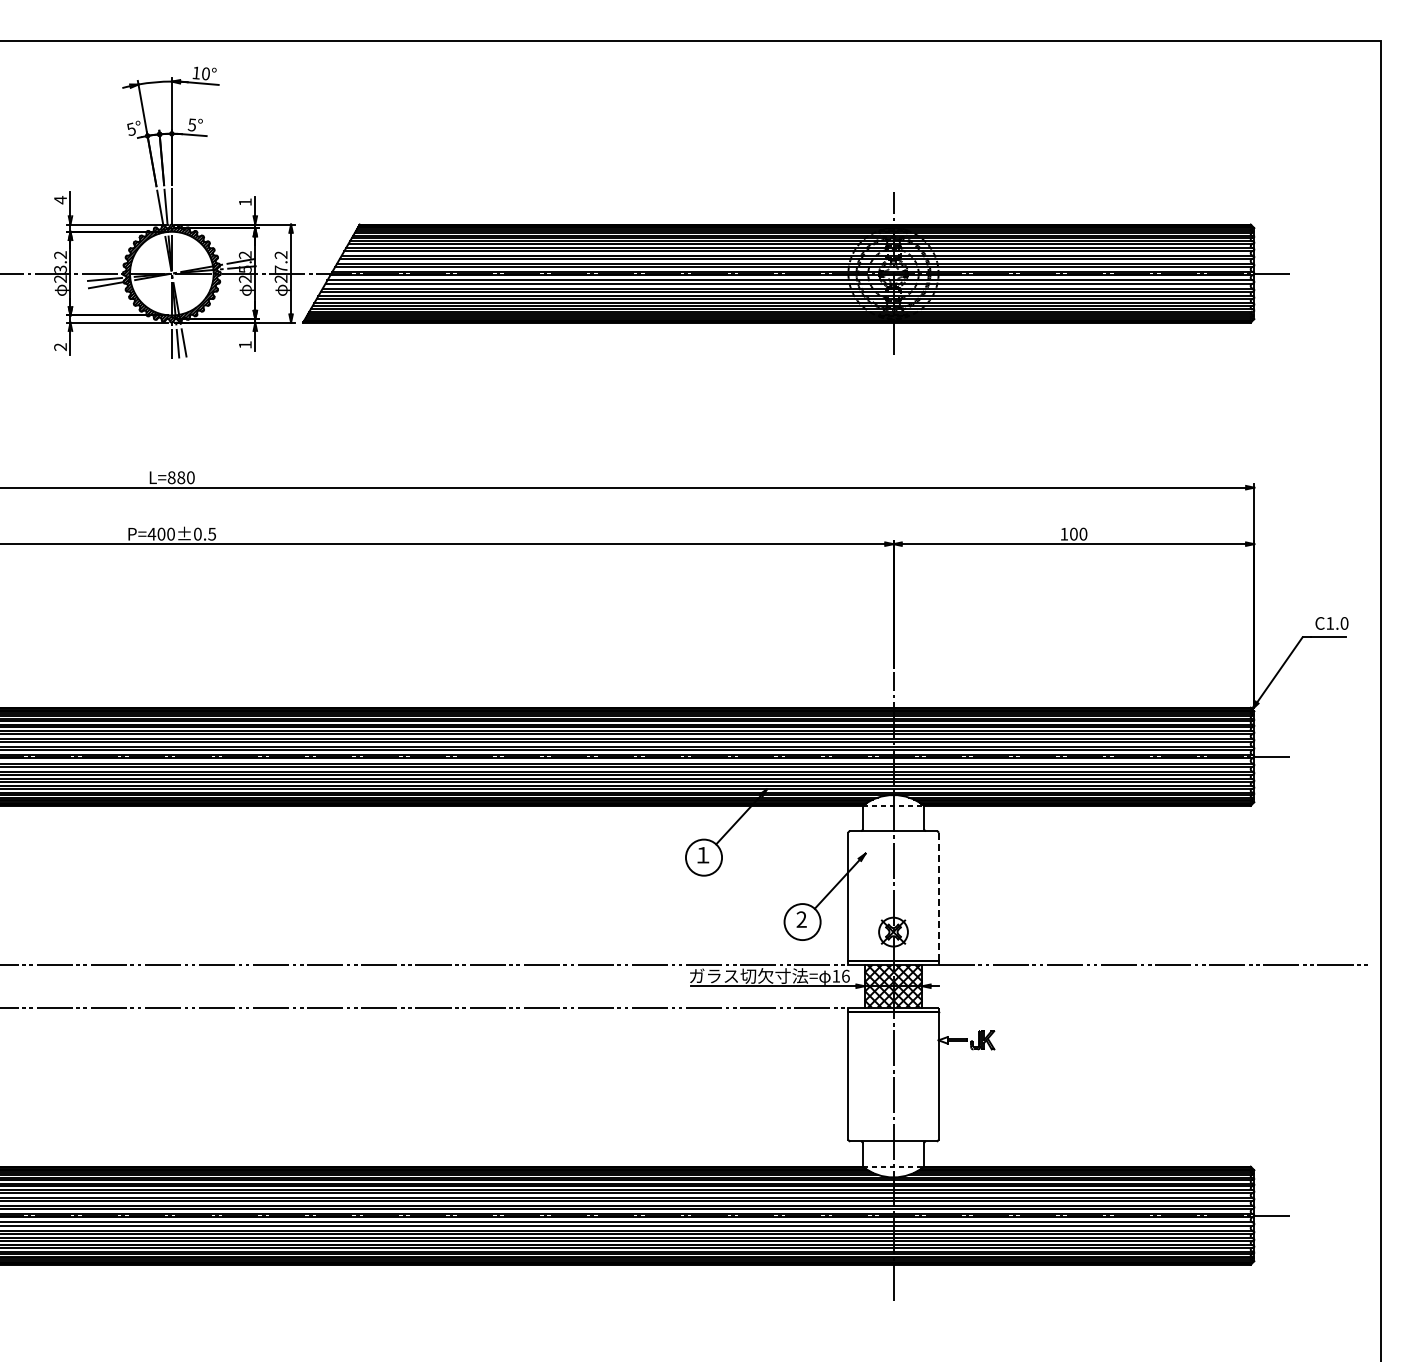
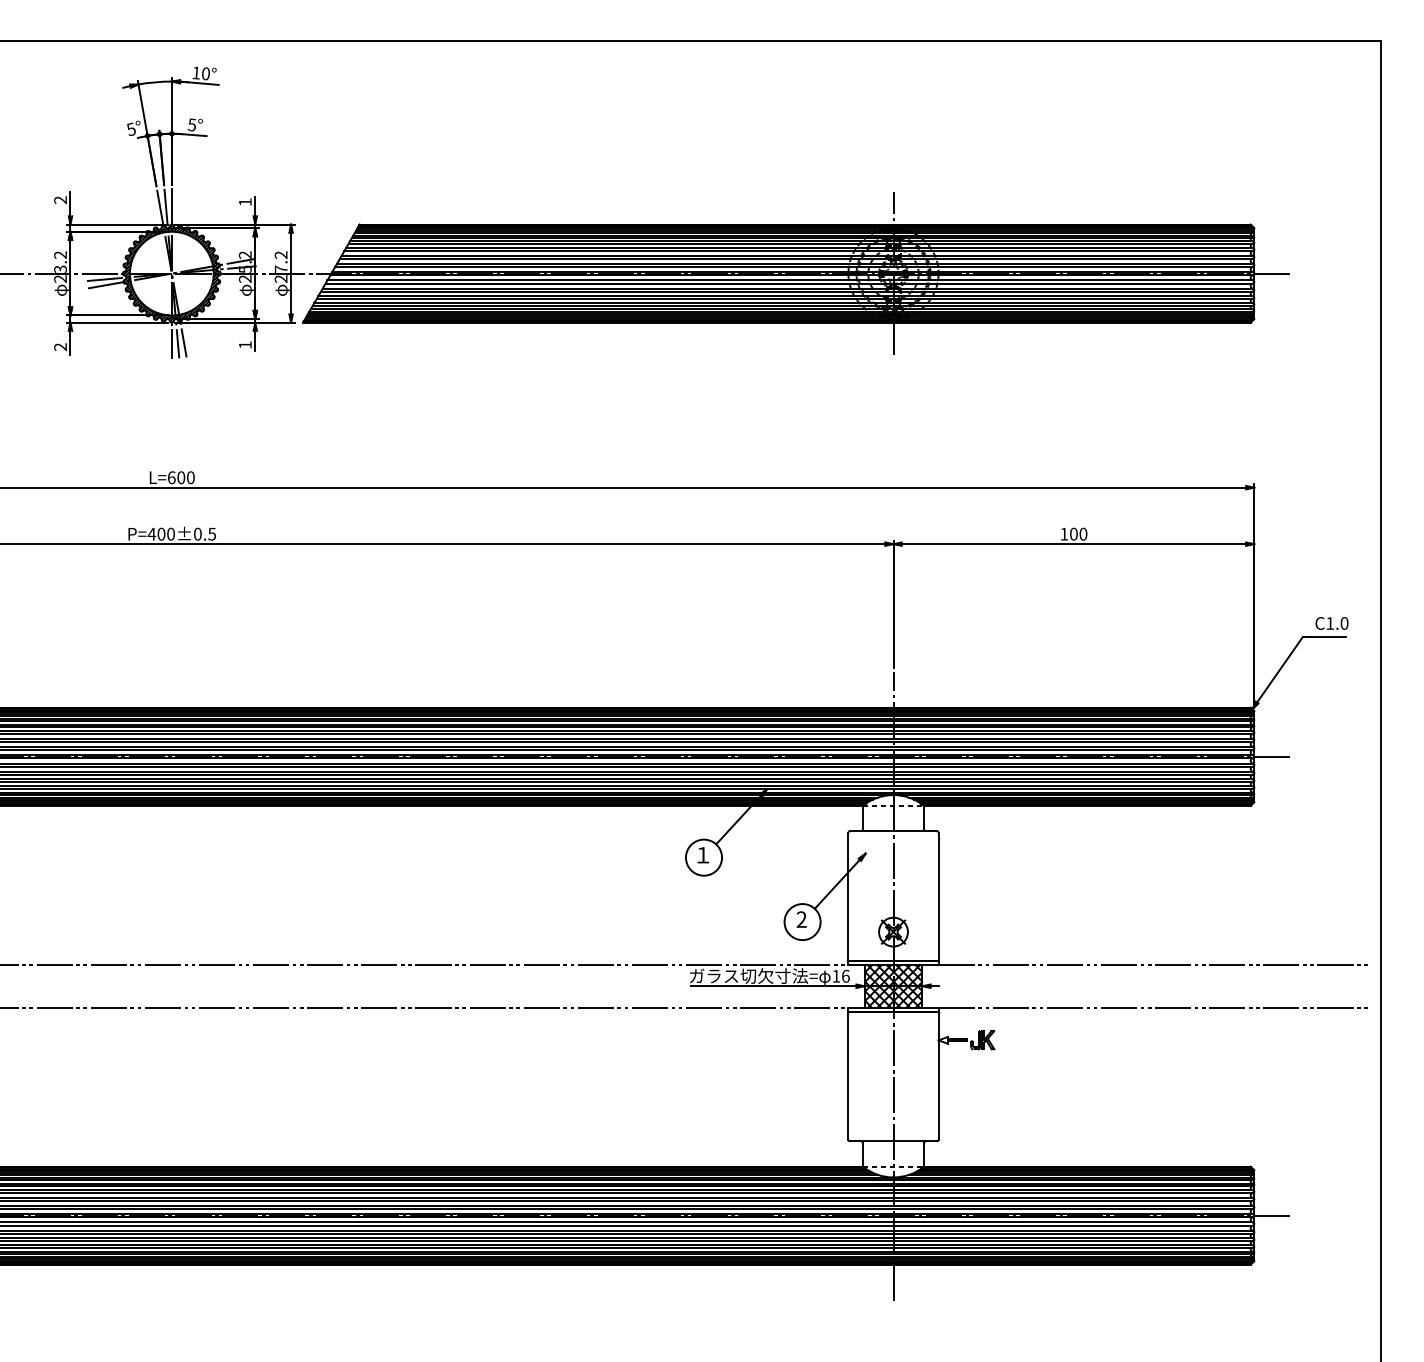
text at (60, 200): 4 -> 2
text at (176, 477): L=880 -> L=600
line at (938, 896): dashed -> solid
line at (1154, 1007): none -> present
